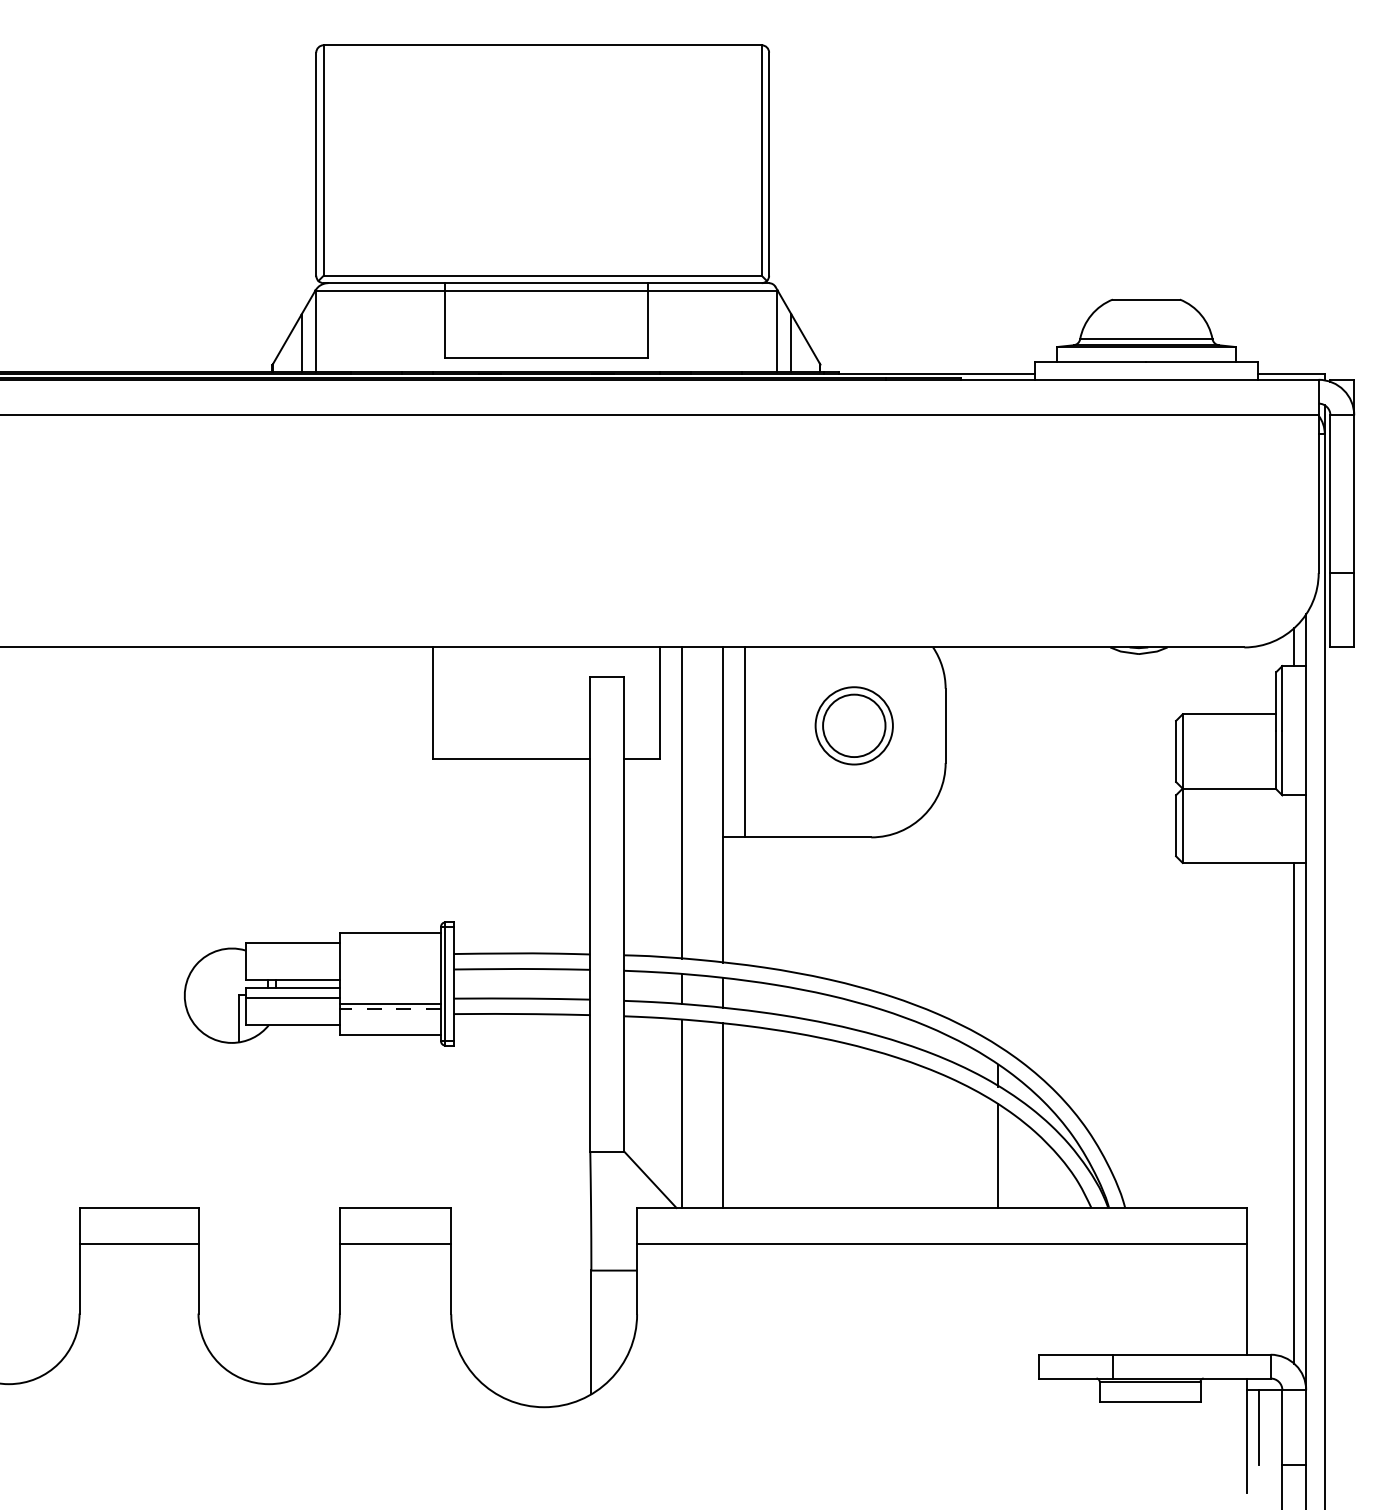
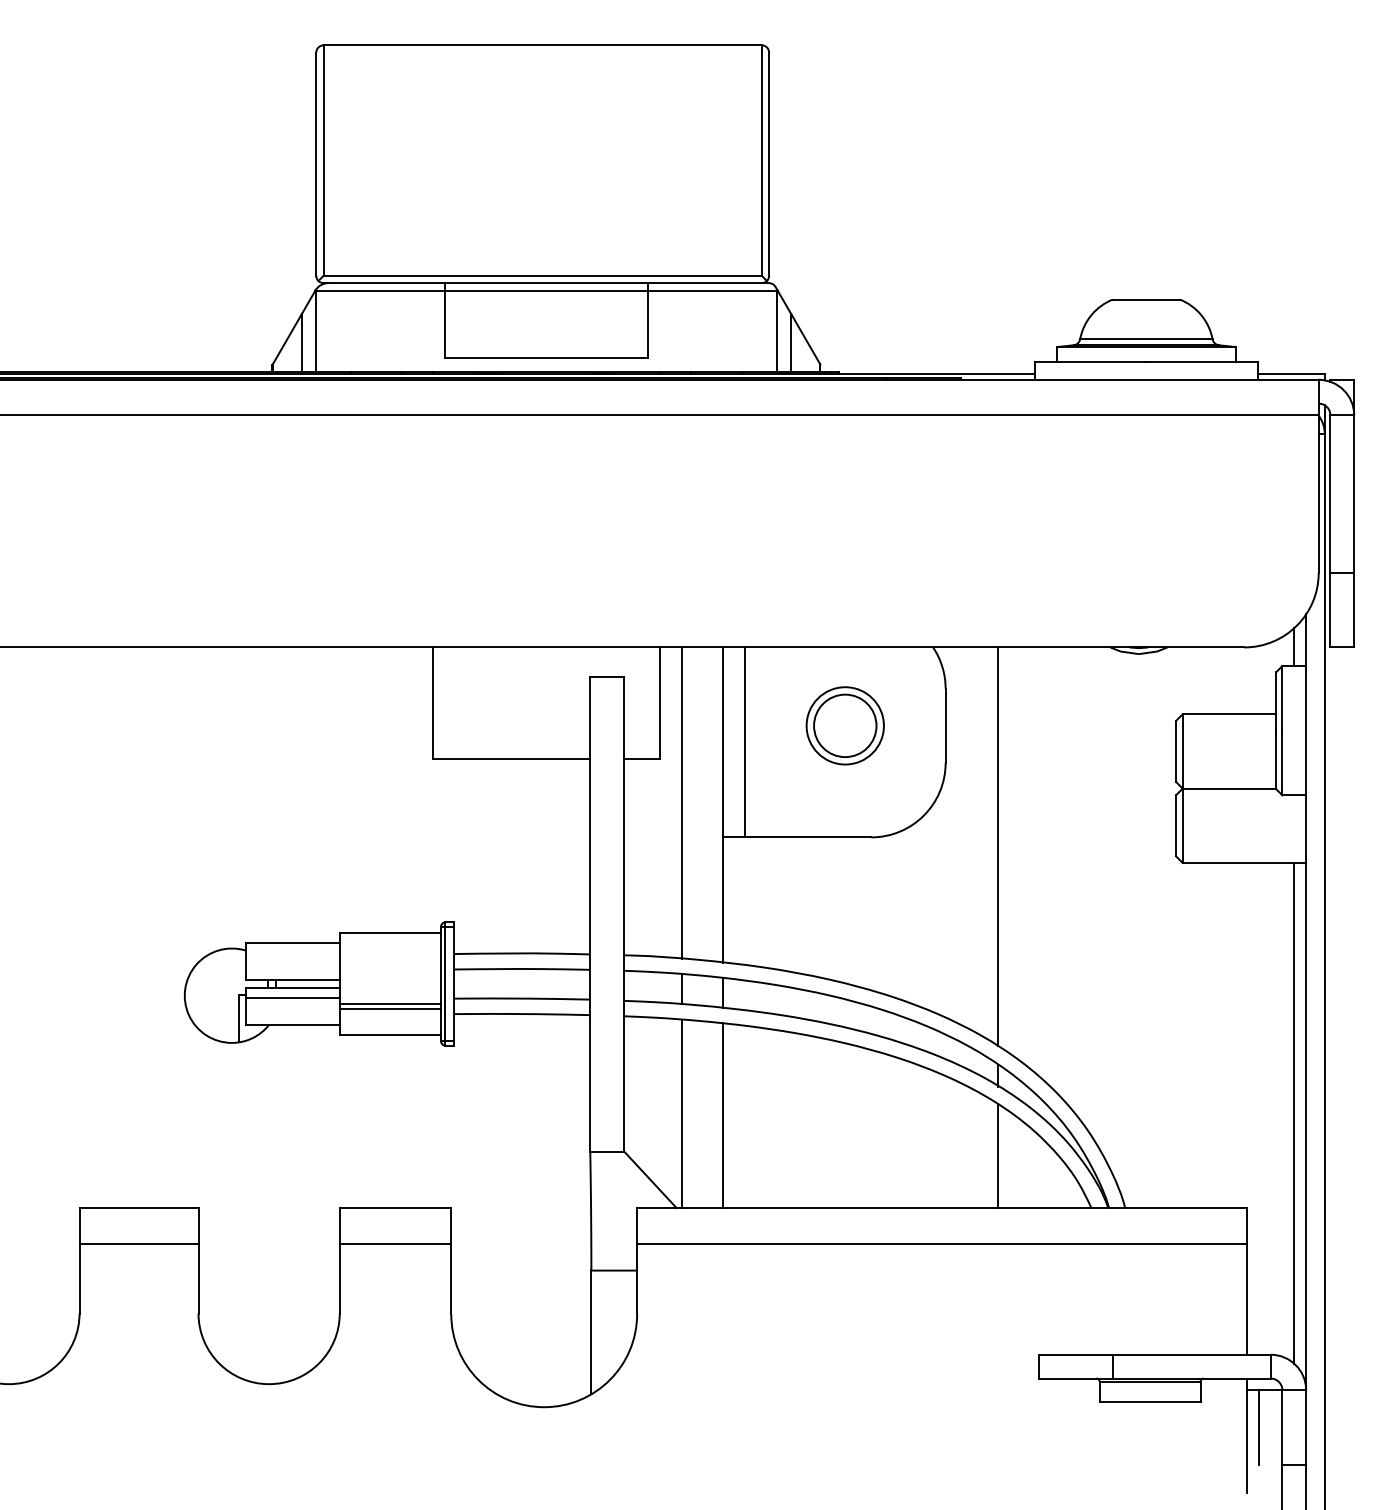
part at (853, 725) position: (853, 725) -> (844, 725)
line at (997, 846): none -> present
line at (390, 1008): dashed -> solid
